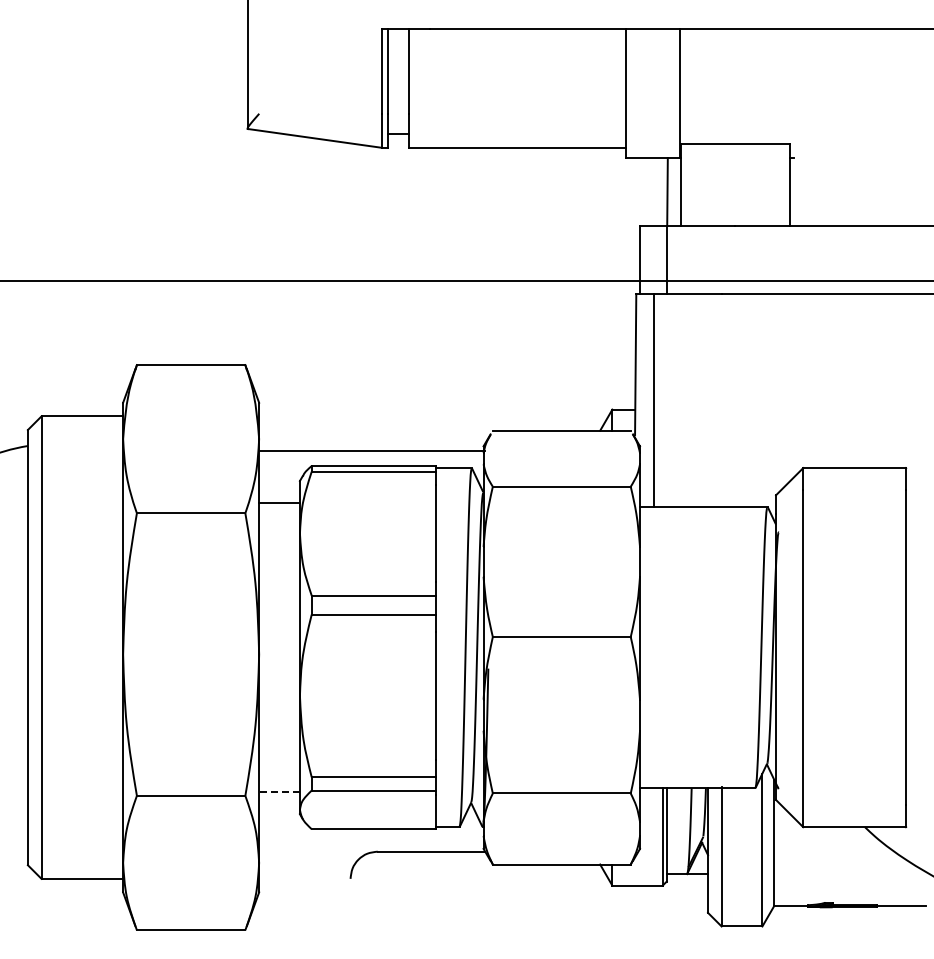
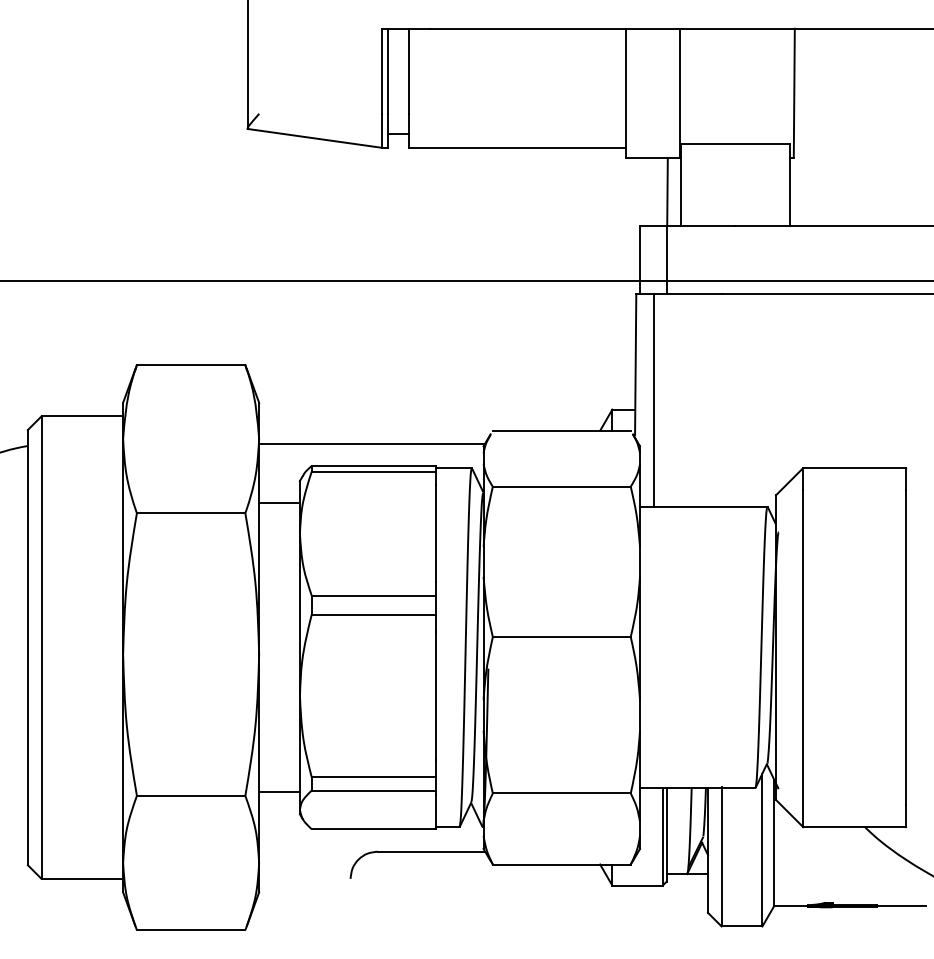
line at (793, 92): none -> present
line at (372, 450) position: (372, 450) -> (372, 443)
line at (279, 792): dashed -> solid
